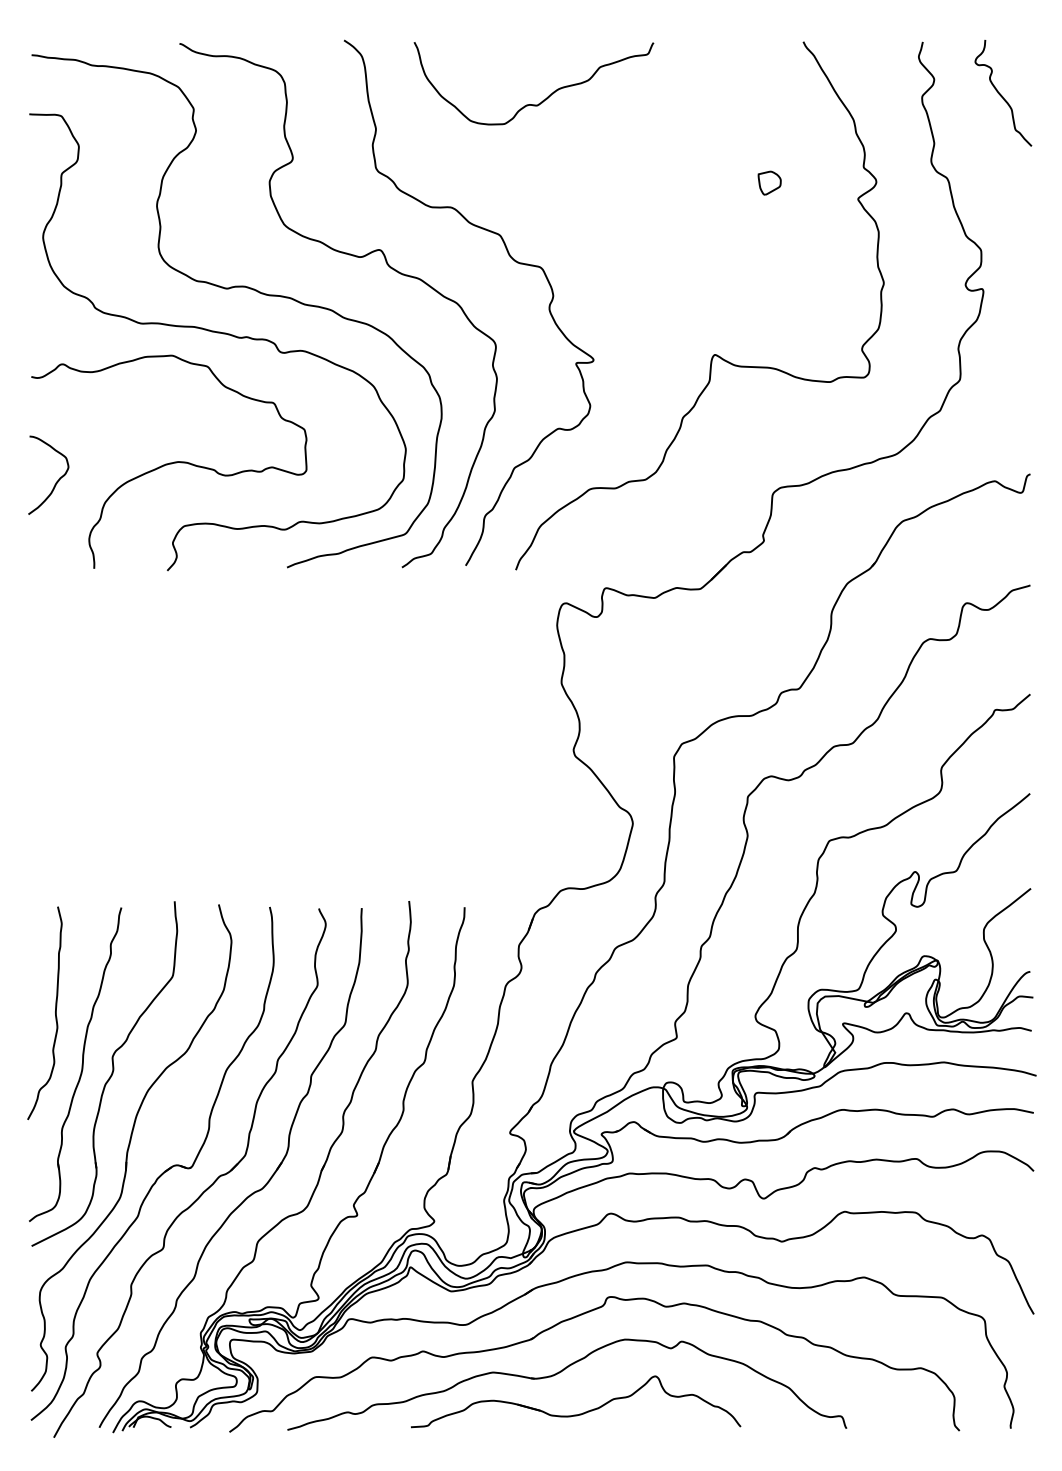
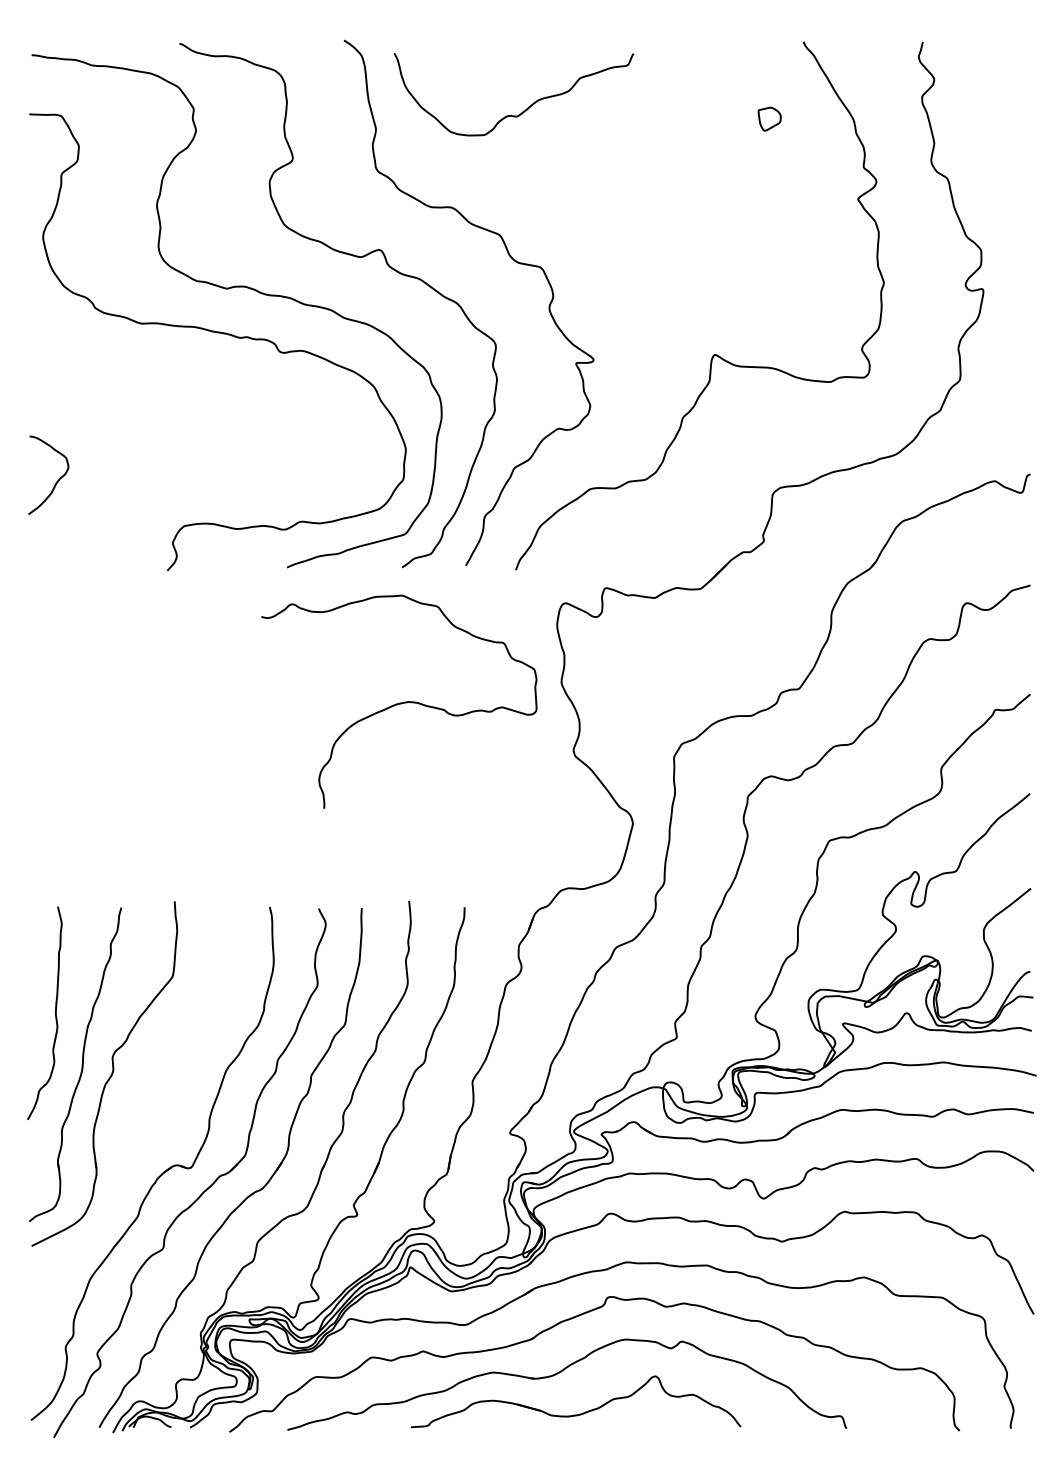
curve at (1001, 94): present -> none
curve at (543, 99) position: (543, 99) -> (523, 110)
part at (769, 182) position: (769, 182) -> (769, 118)
curve at (169, 462) position: (169, 462) -> (399, 702)
part at (131, 1147): present -> none
